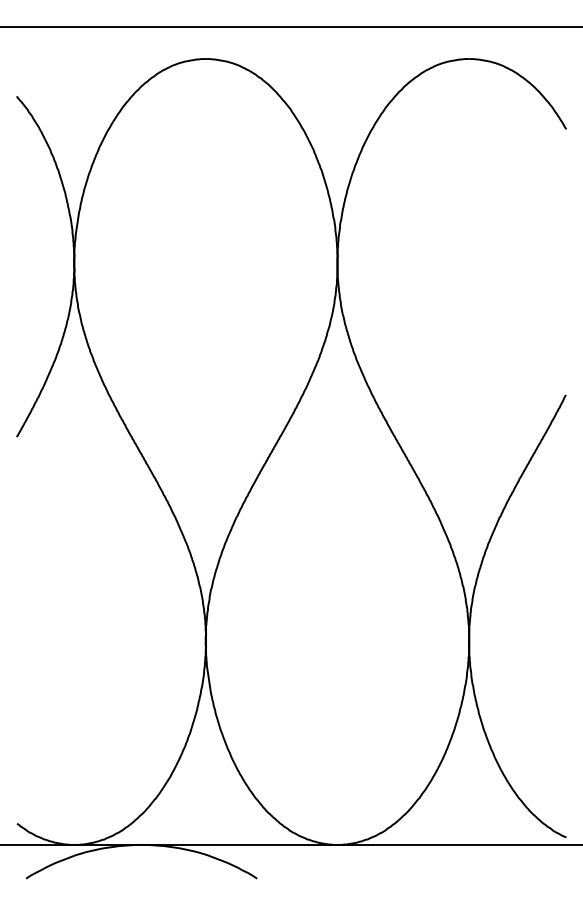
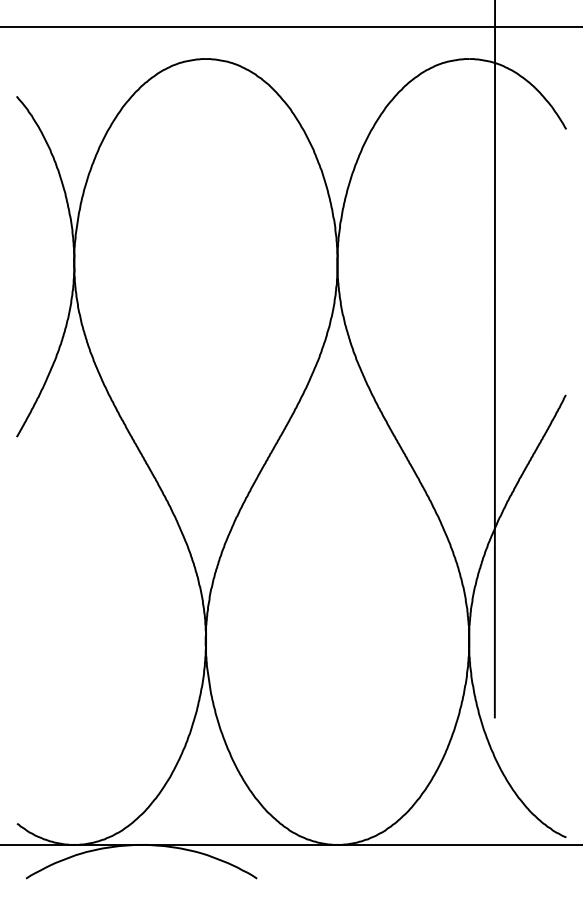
line at (494, 359): none -> present
